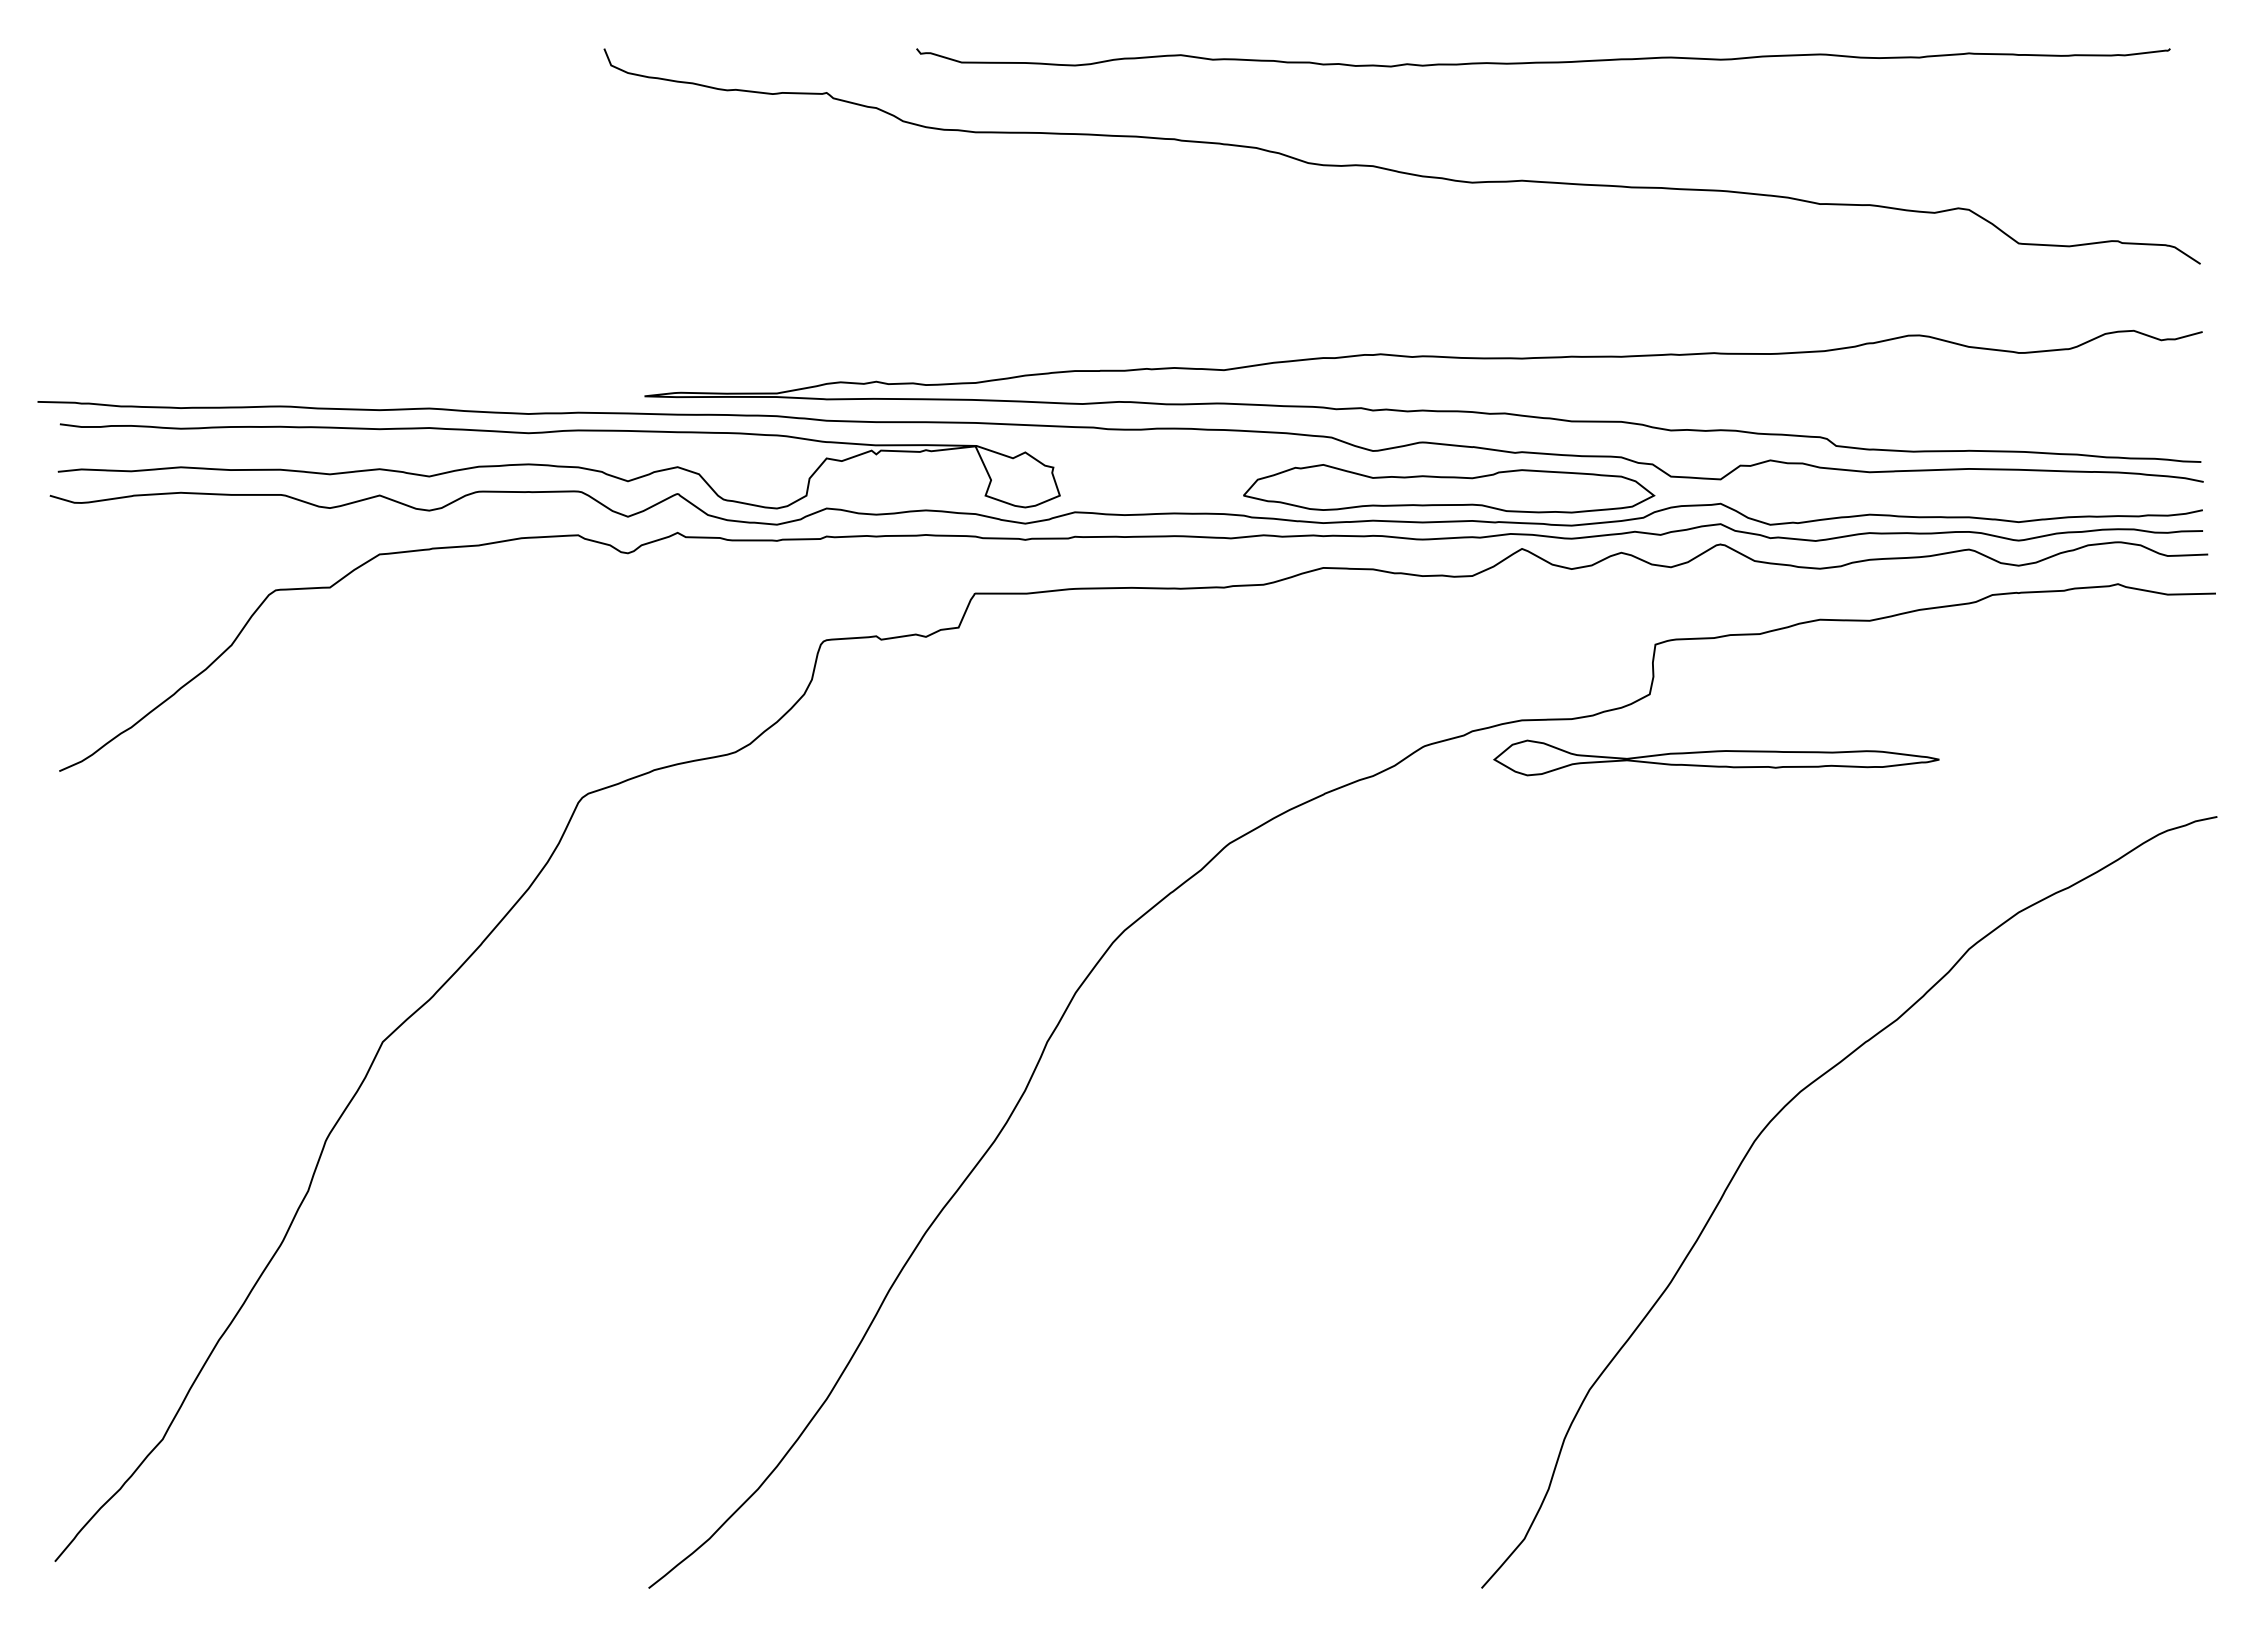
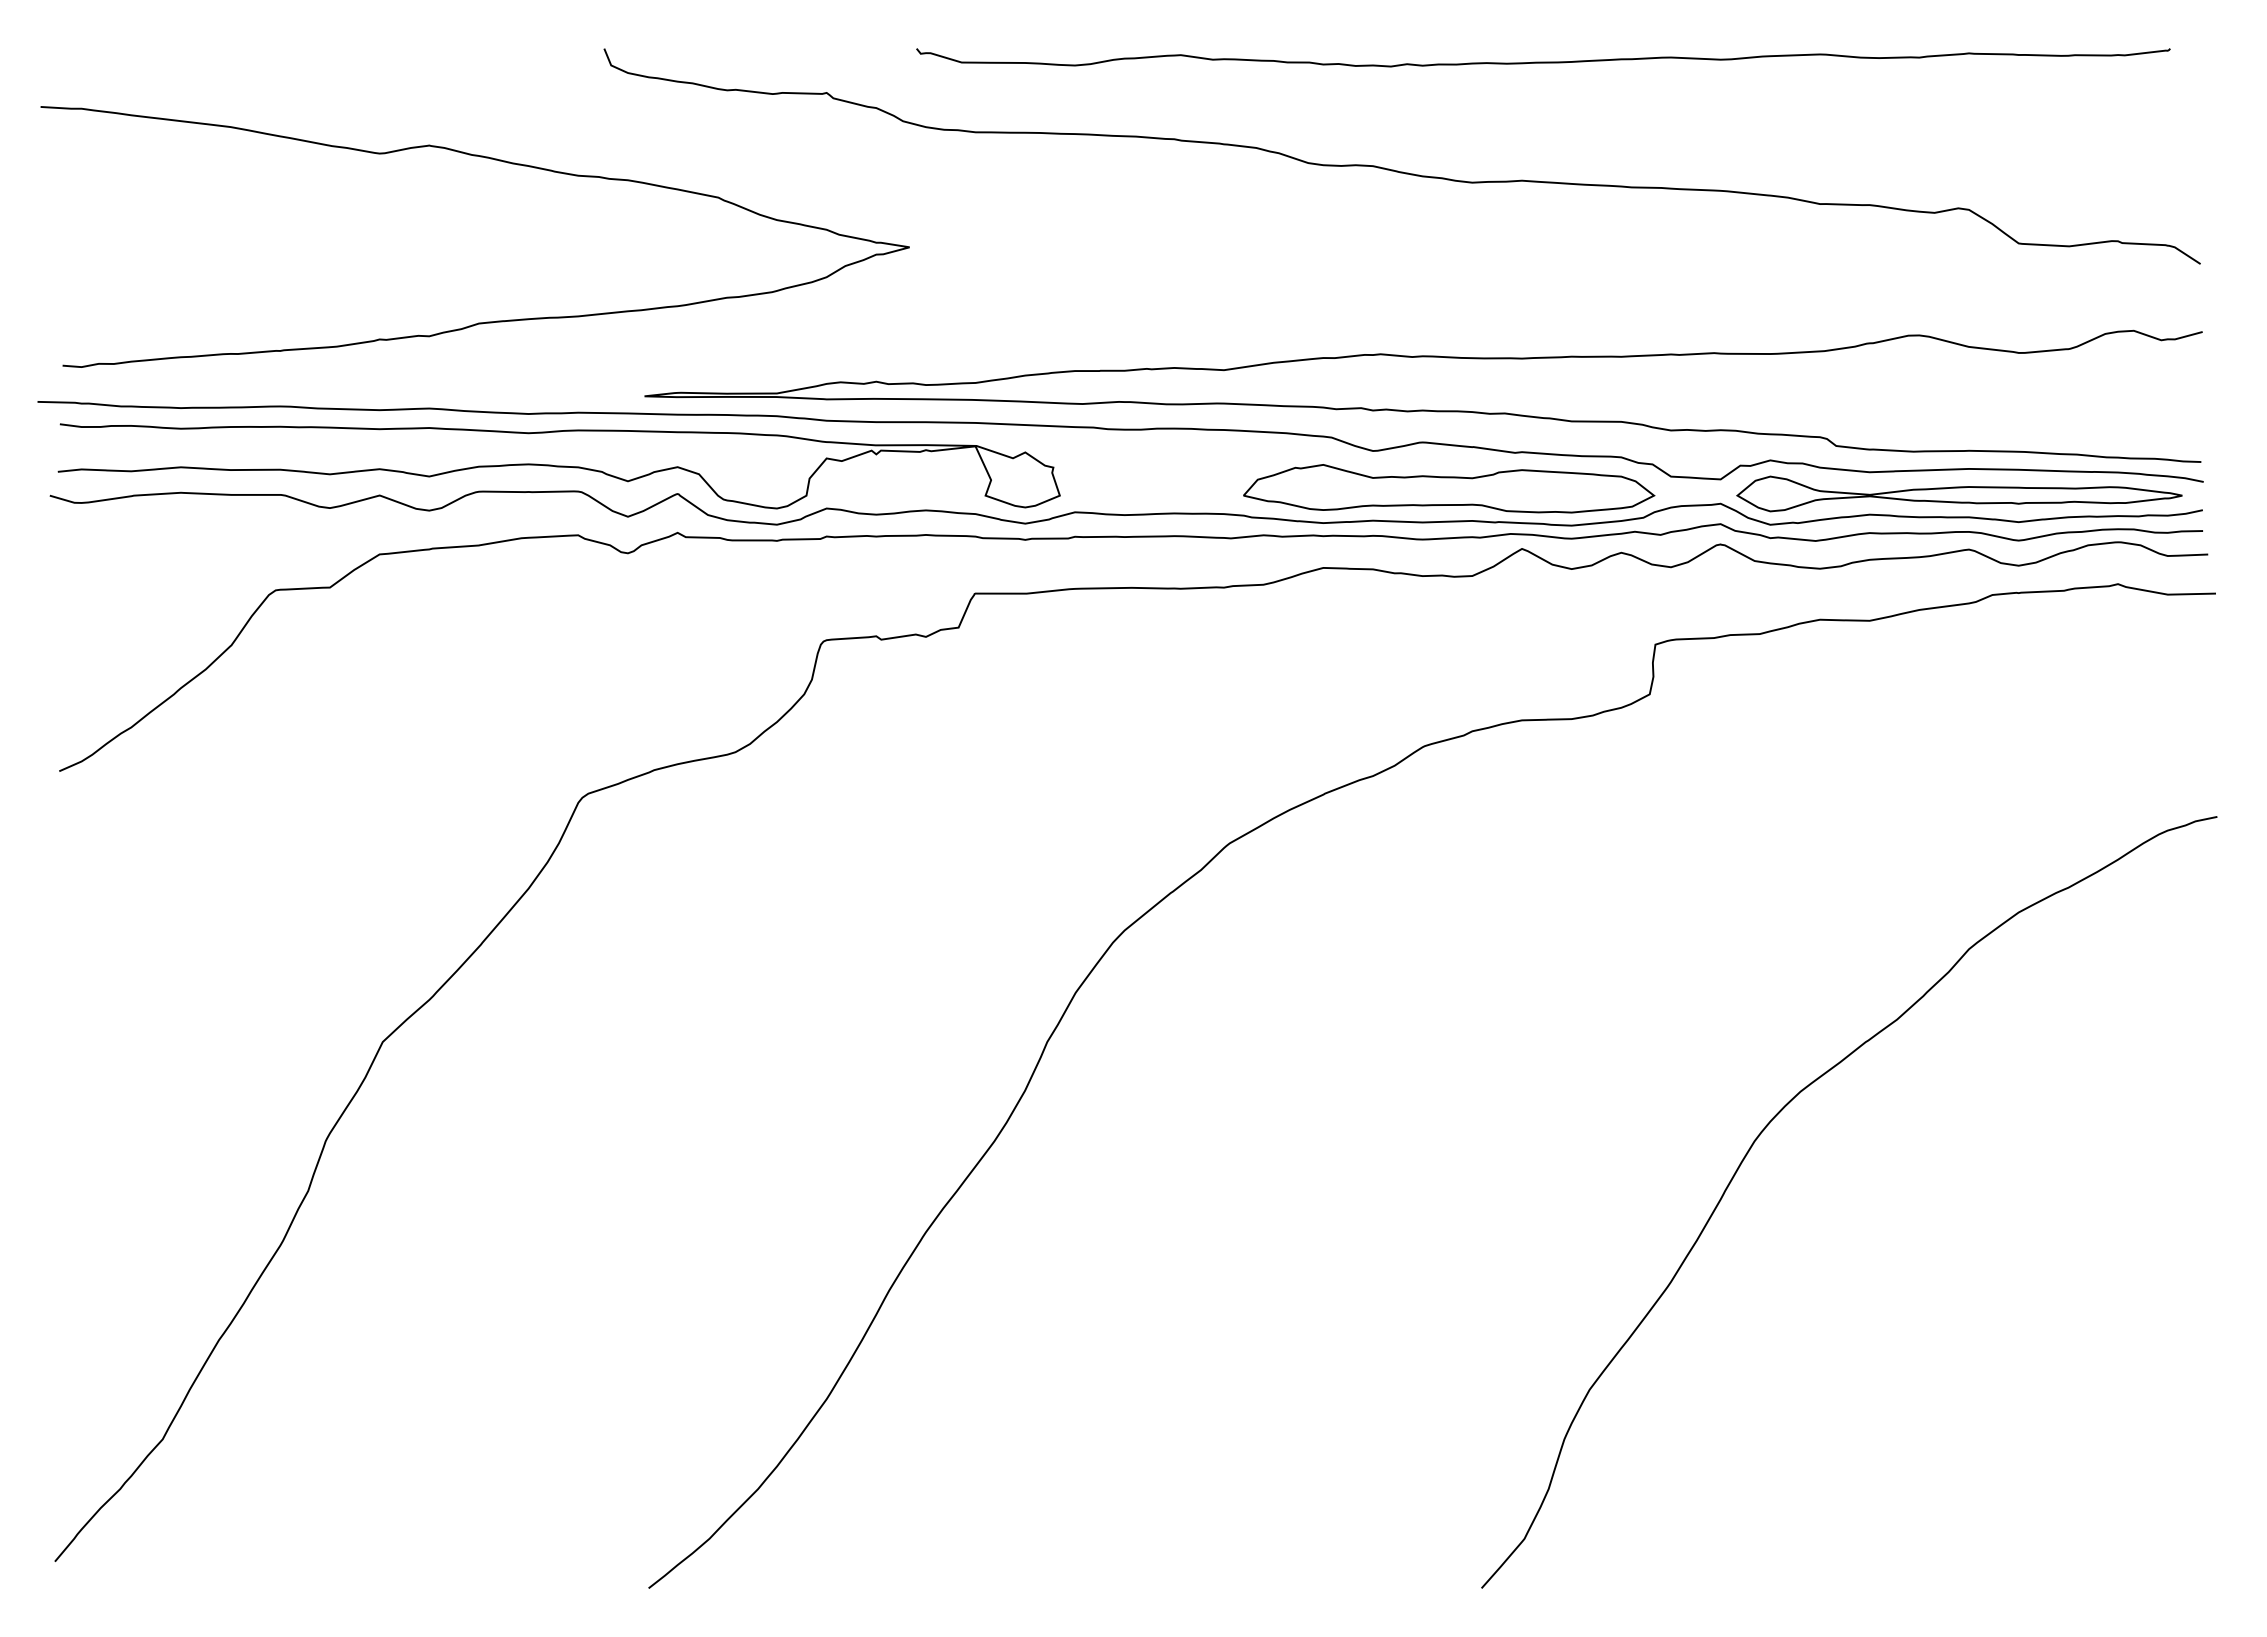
curve at (490, 159): none -> present
part at (1716, 757) position: (1716, 757) -> (1959, 493)
